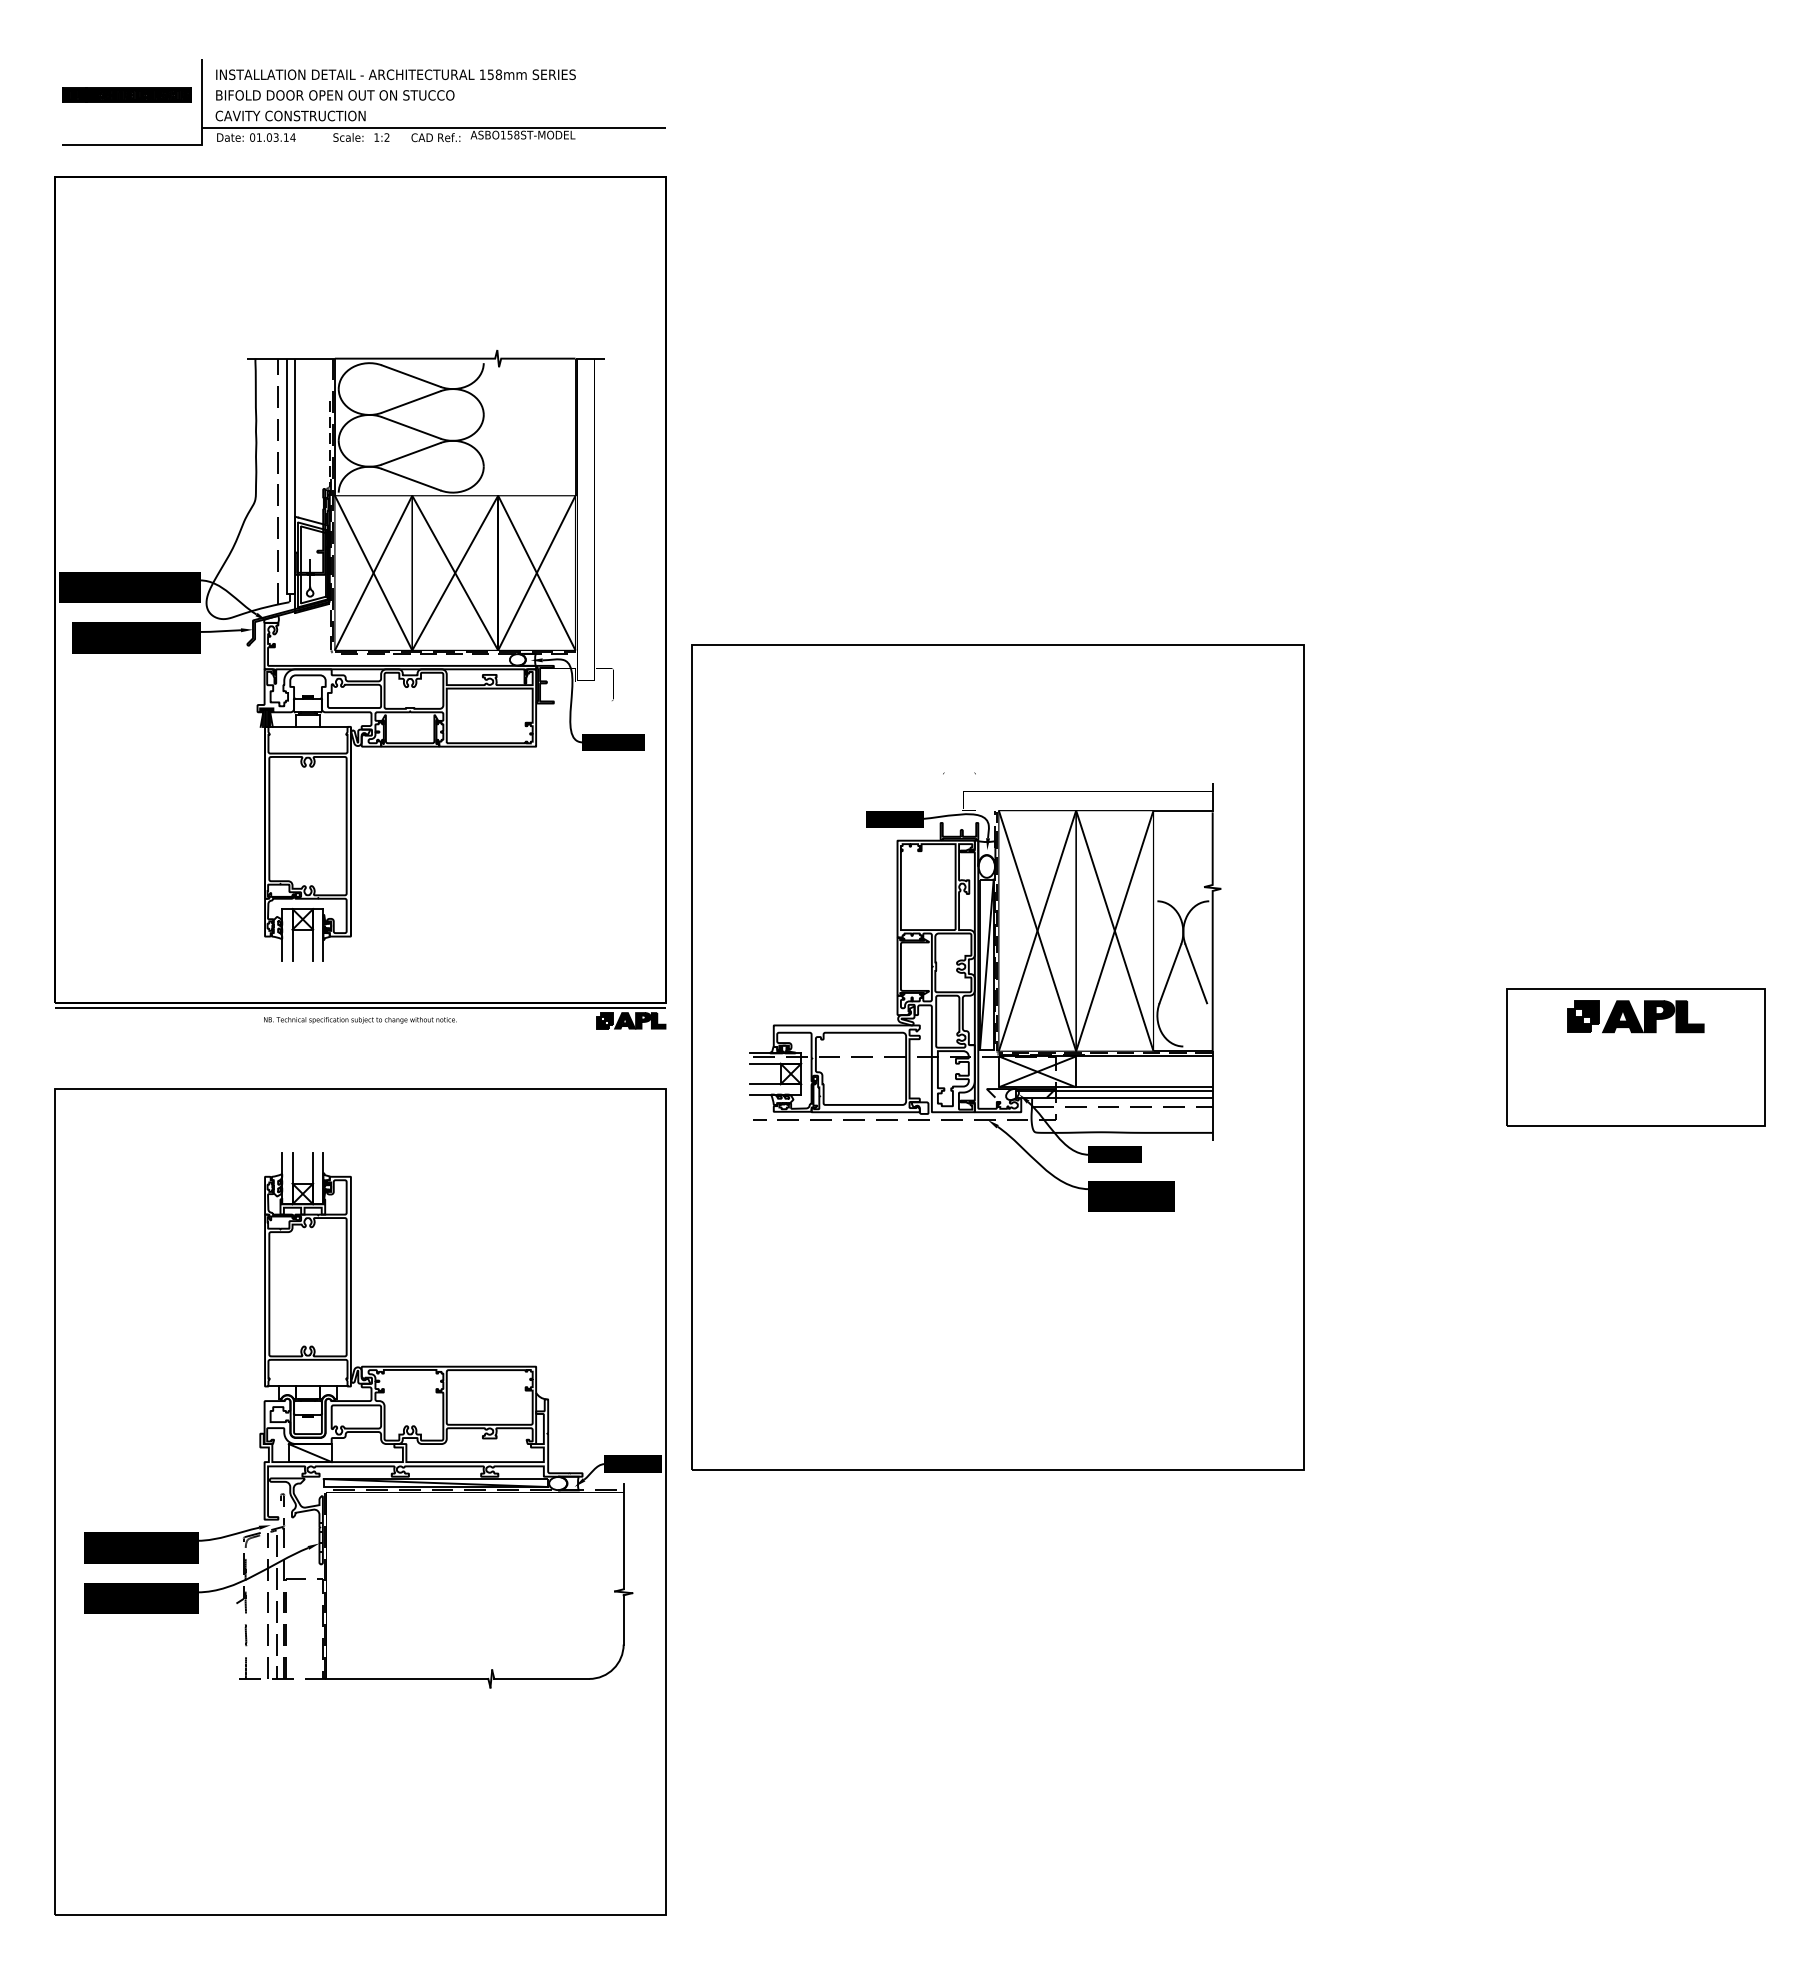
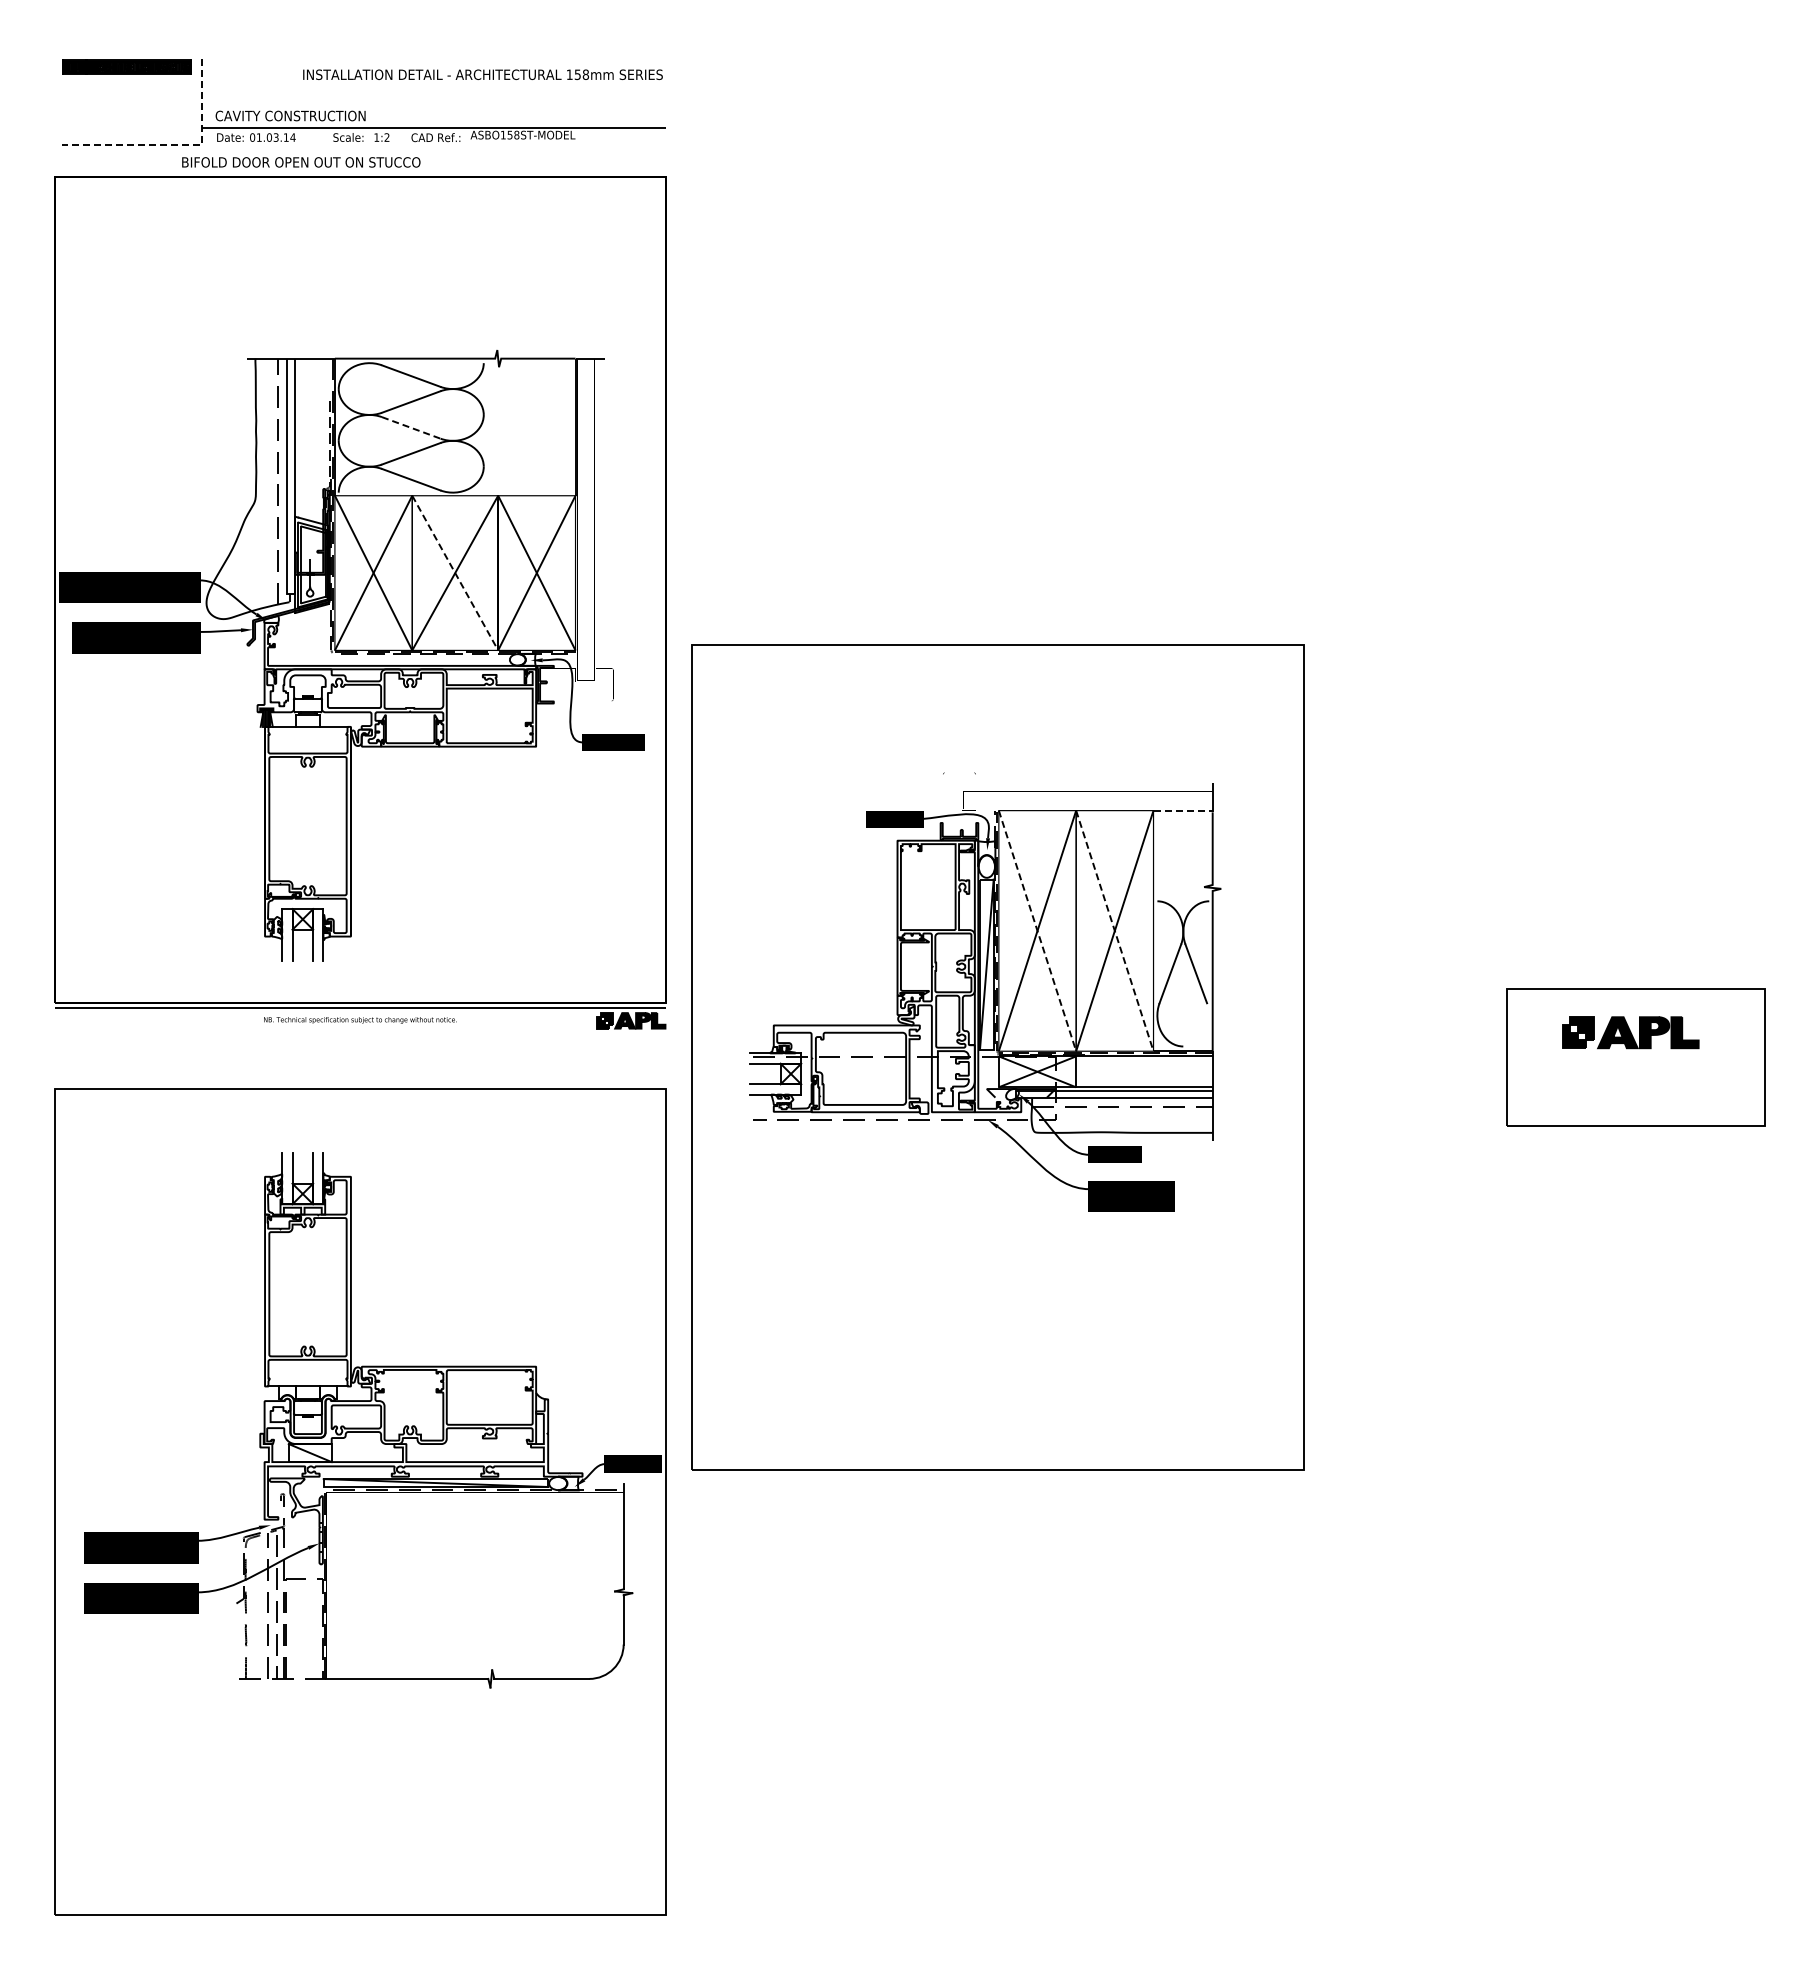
text at (395, 74) position: (395, 74) -> (482, 74)
part at (126, 94) position: (126, 94) -> (126, 66)
text at (335, 95) position: (335, 95) -> (301, 162)
line at (175, 145): solid -> dashed
line at (411, 428): solid -> dashed
line at (455, 573): solid -> dashed
line at (1183, 810): solid -> dashed
line at (1037, 931): solid -> dashed
line at (1115, 931): solid -> dashed
part at (1635, 1016) position: (1635, 1016) -> (1630, 1032)
